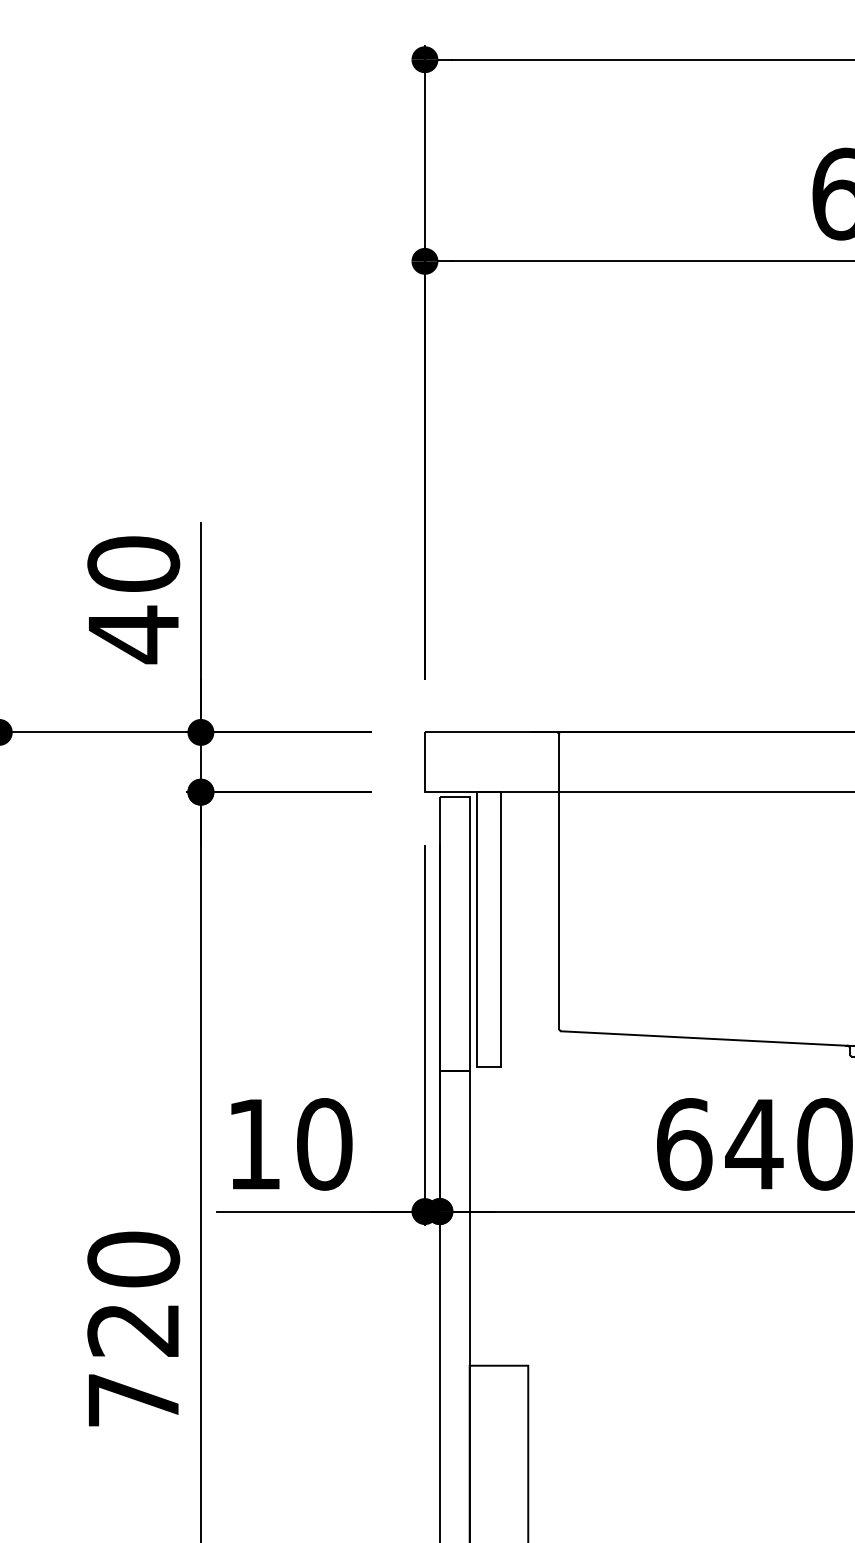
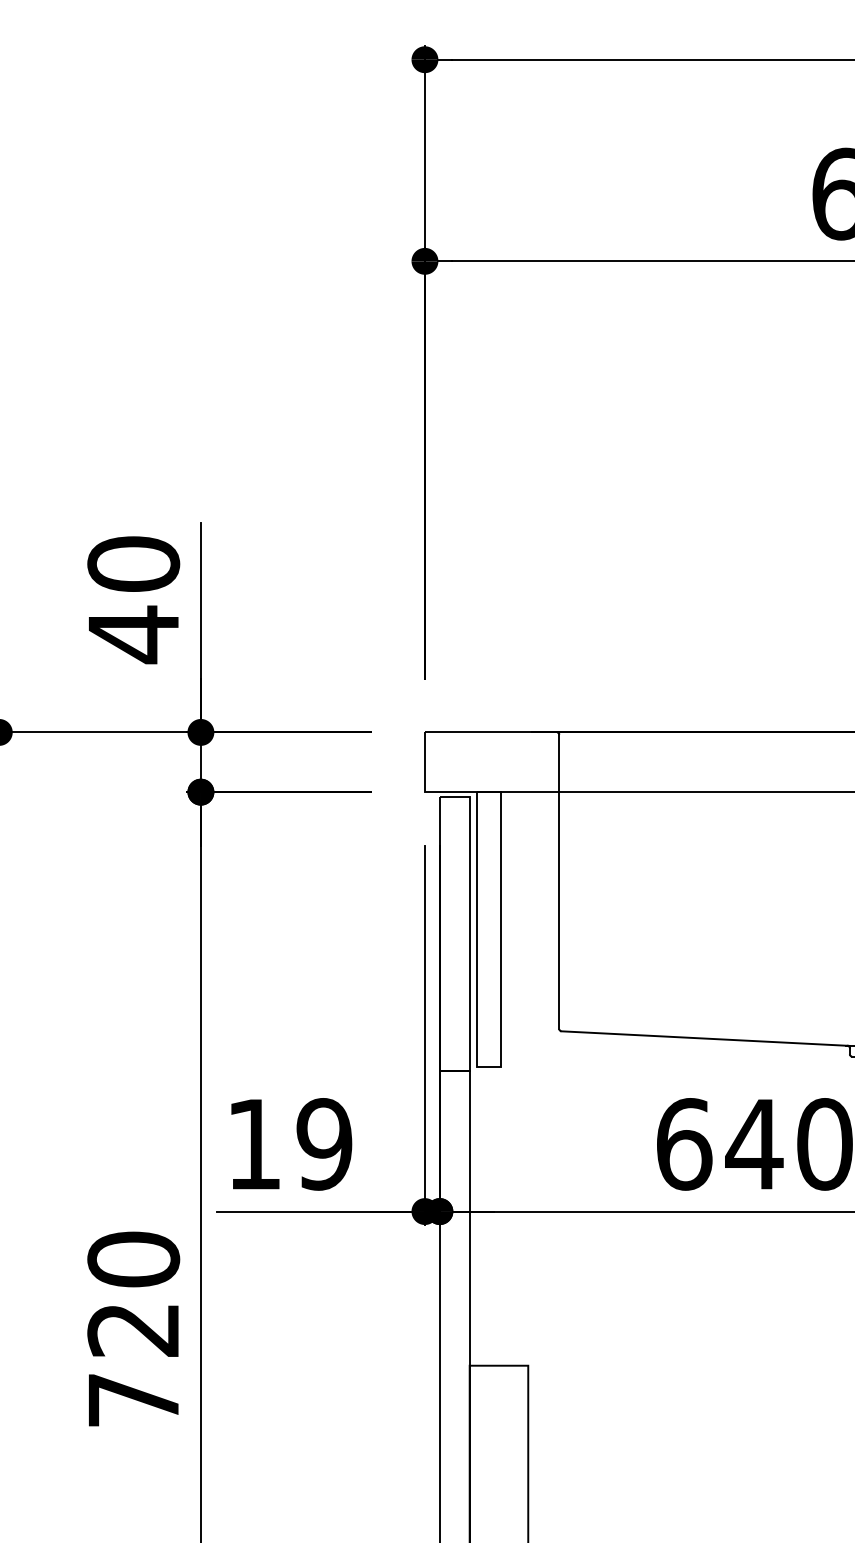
text at (324, 1144): 10 -> 19
